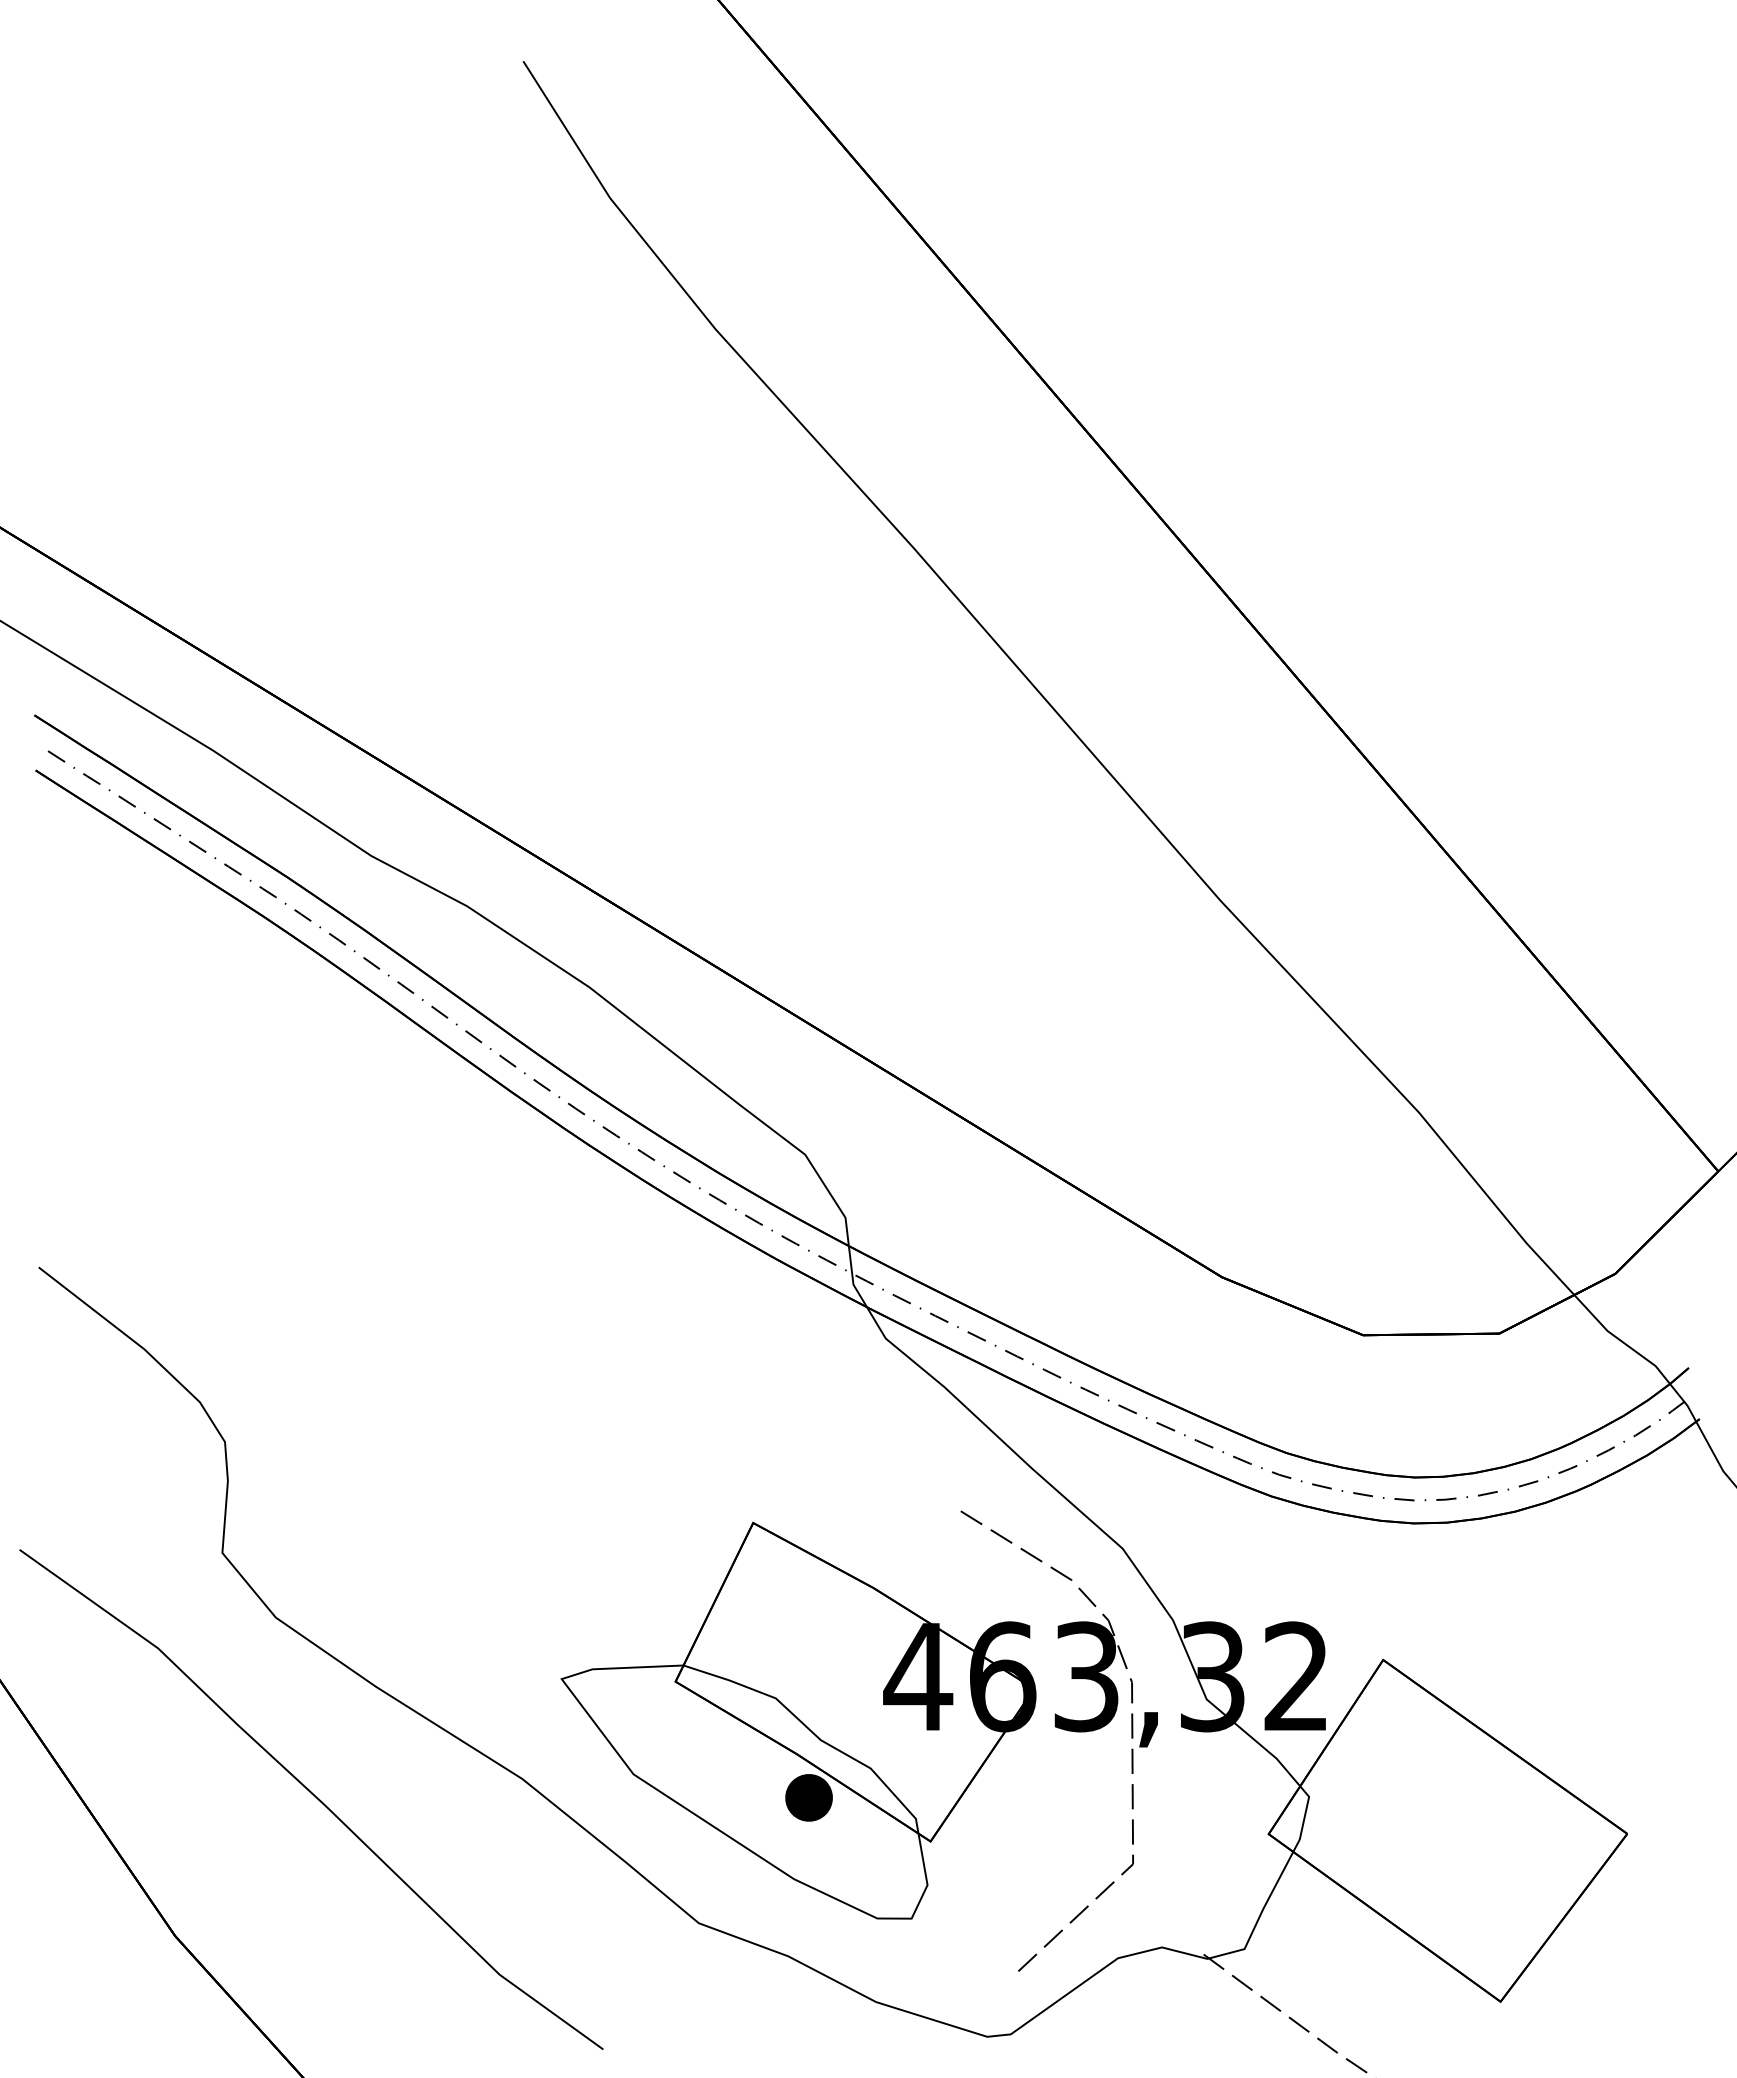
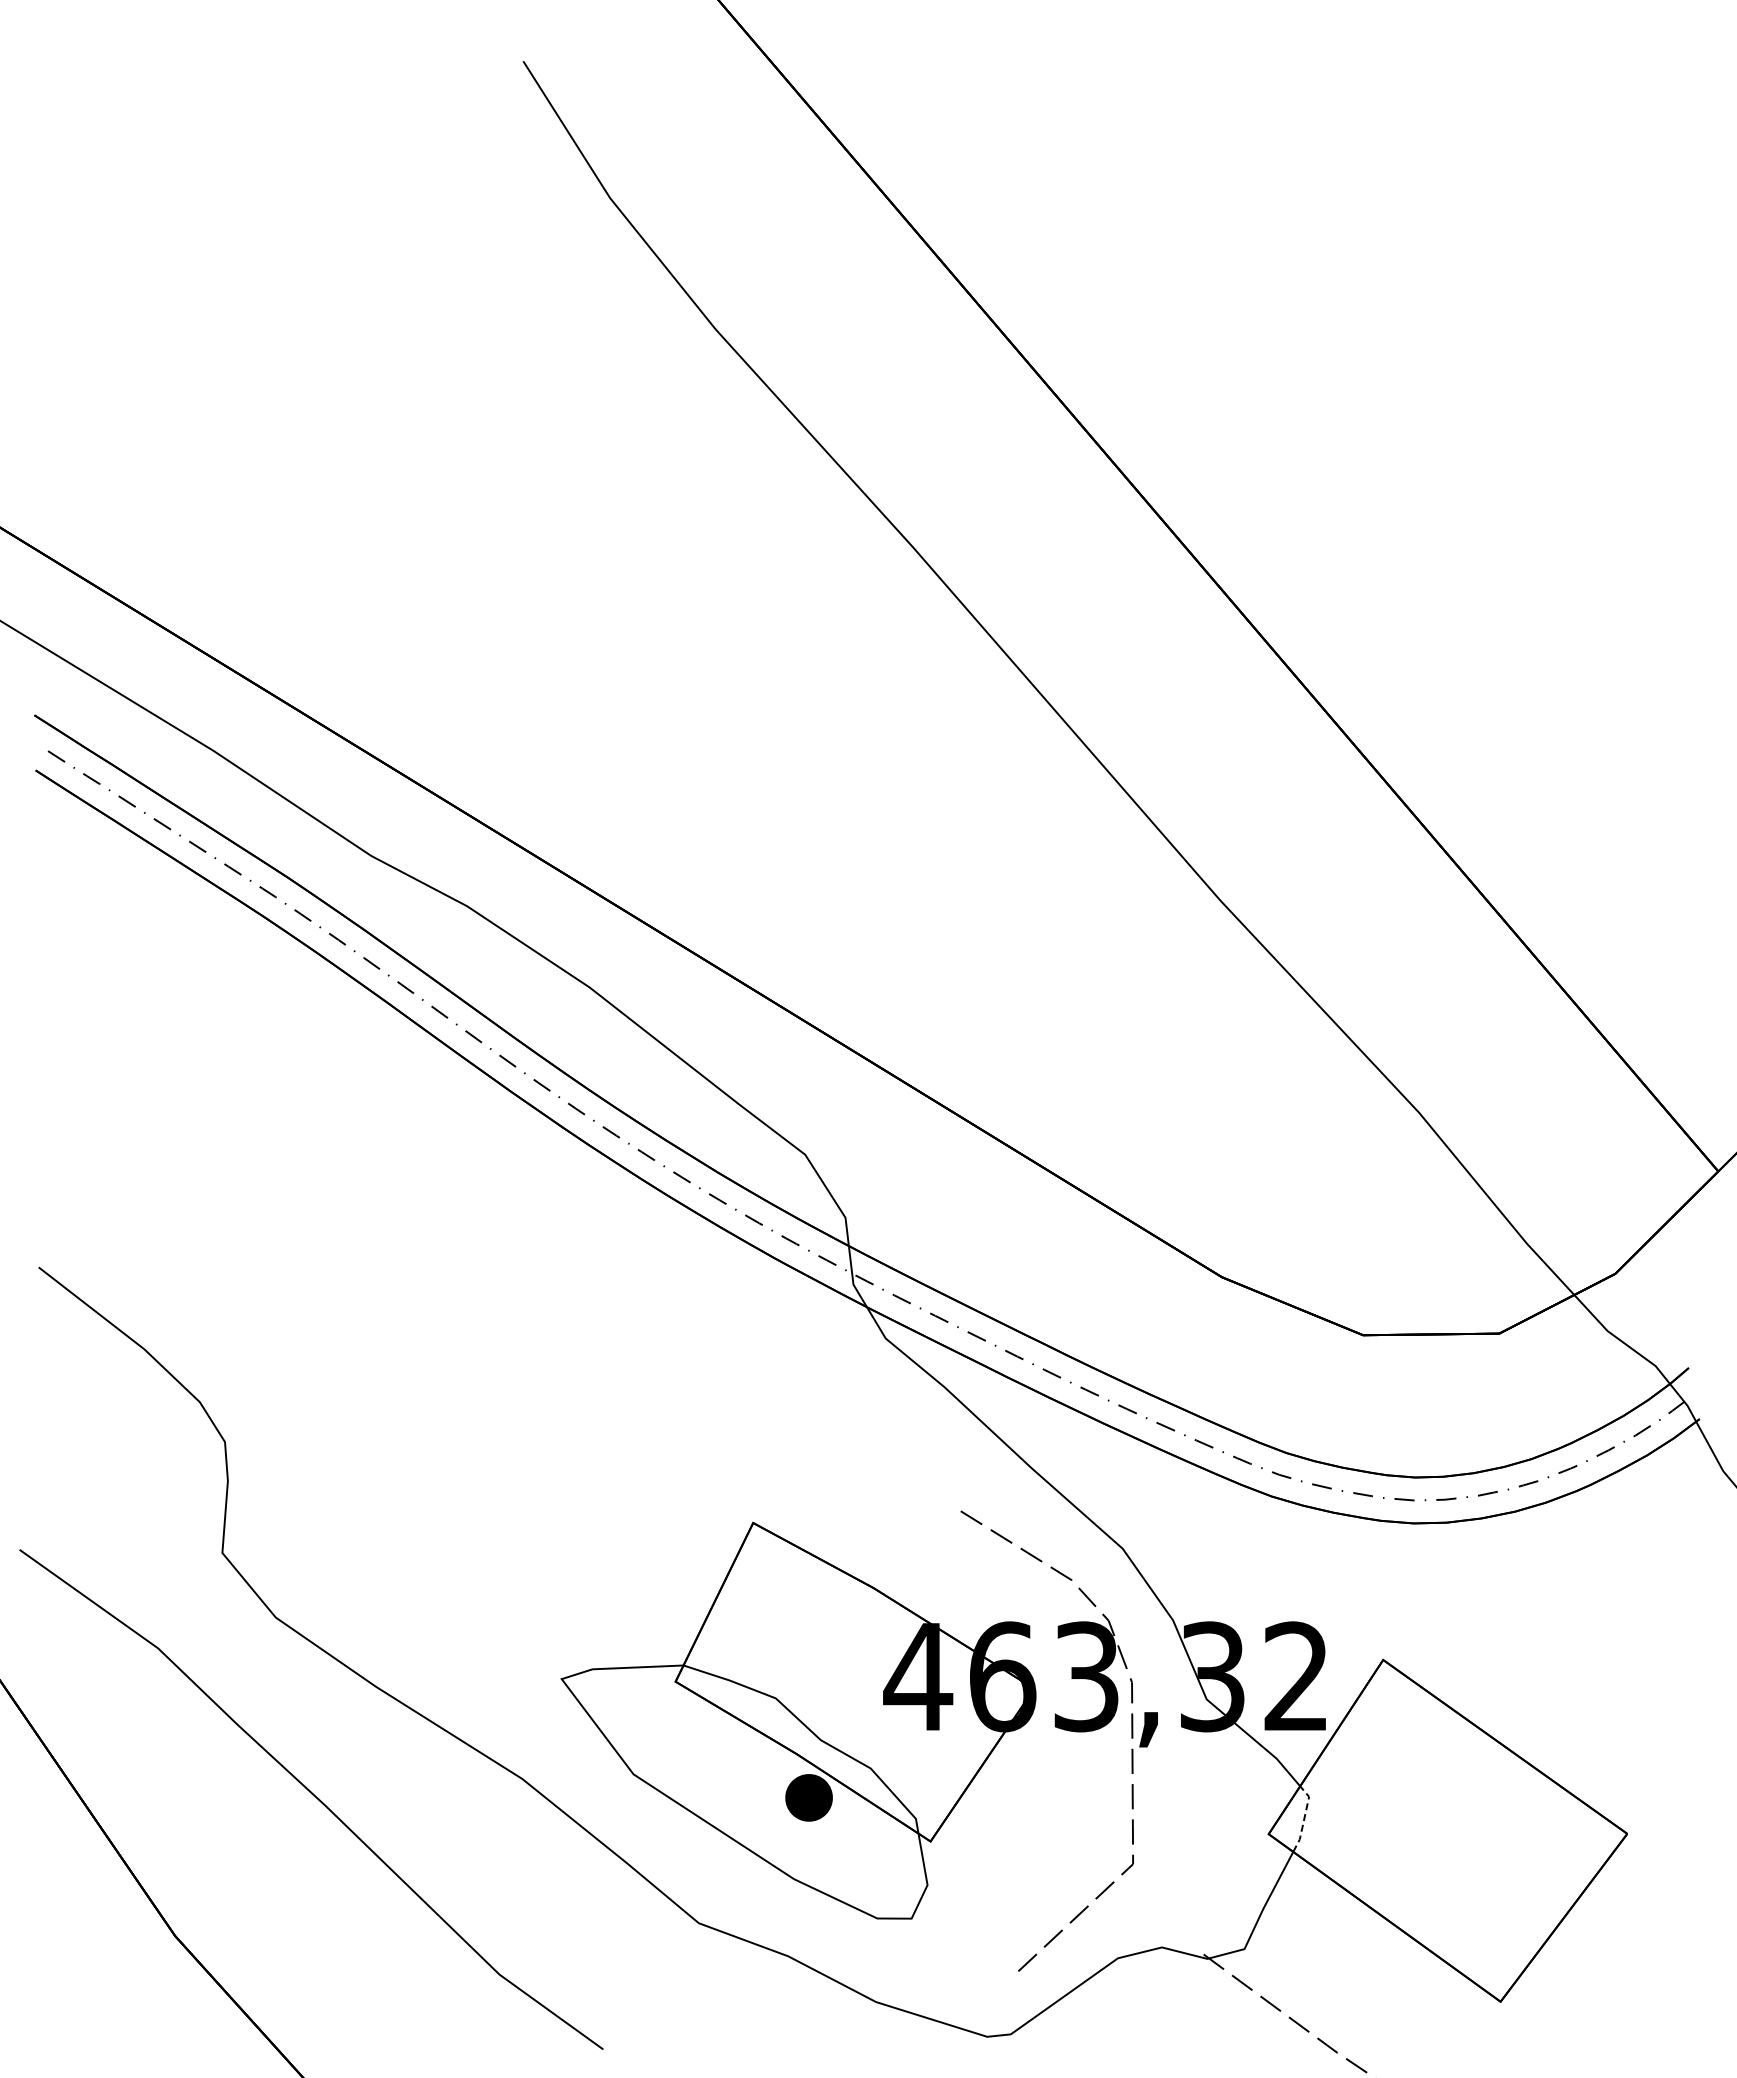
line at (1304, 1818): solid -> dashed
